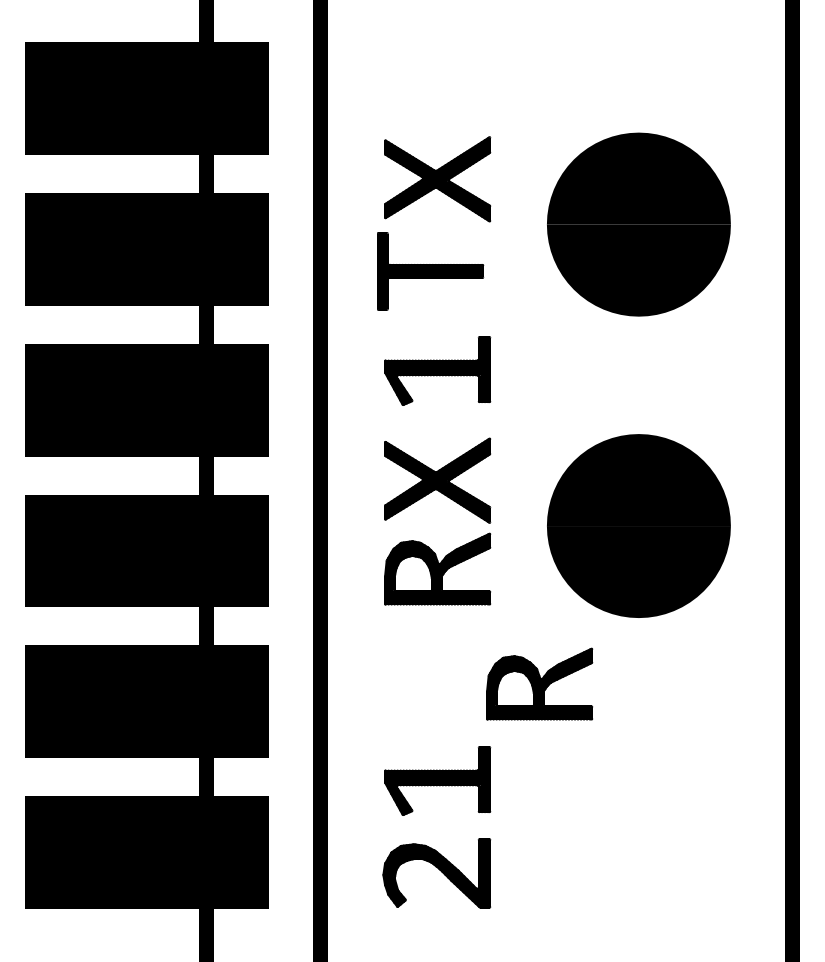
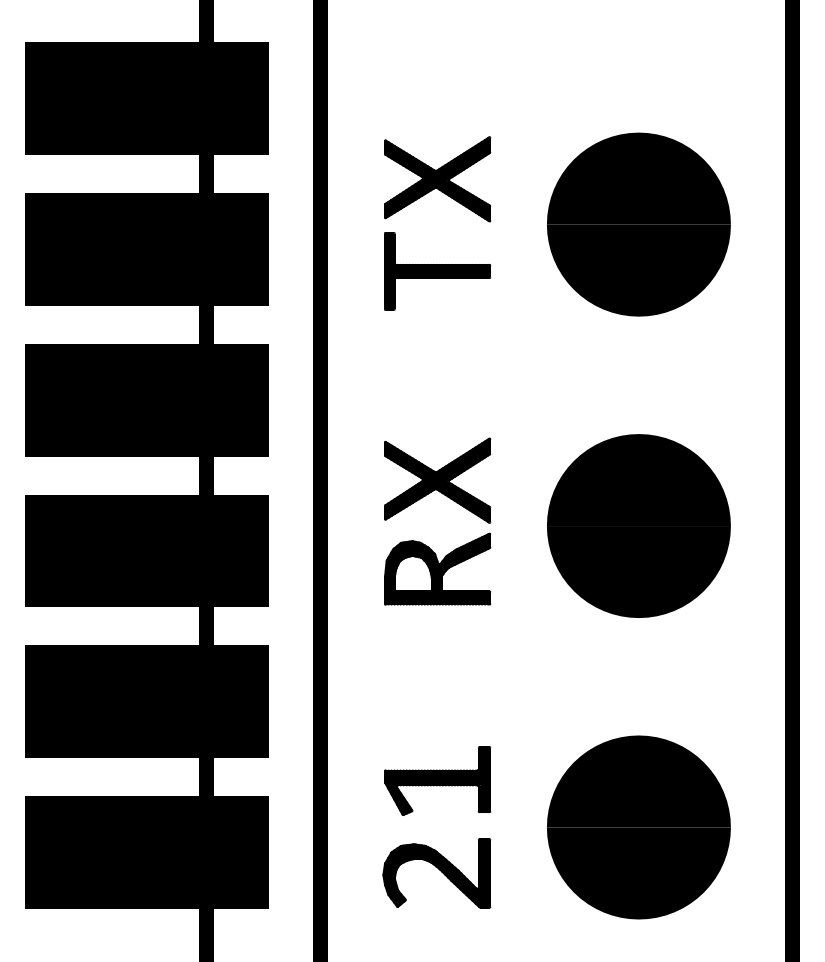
part at (430, 271) position: (430, 271) -> (437, 271)
part at (437, 370): present -> none
part at (539, 683): present -> none
part at (638, 827): none -> present
